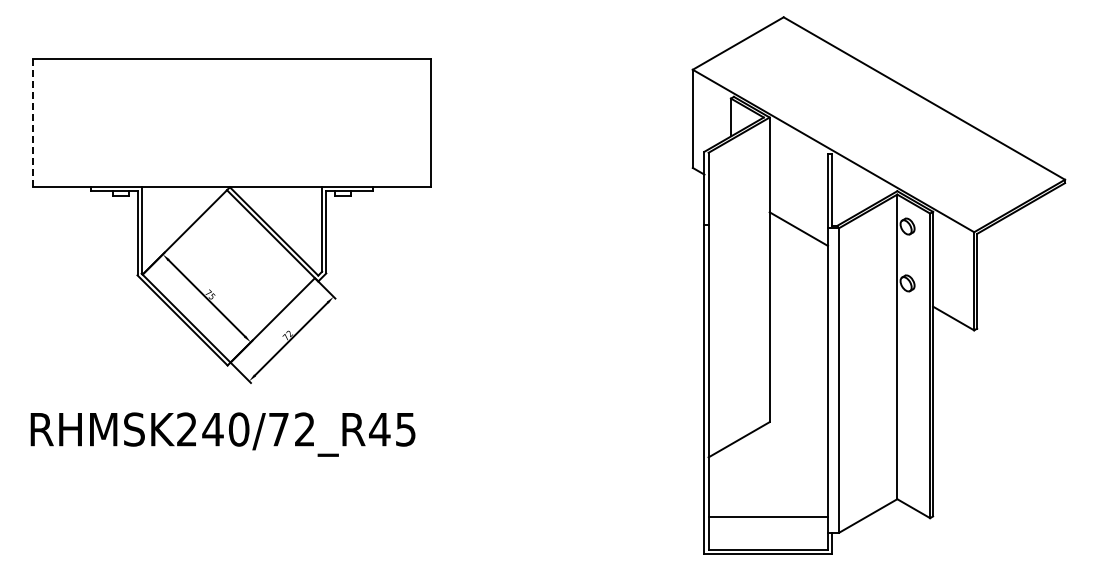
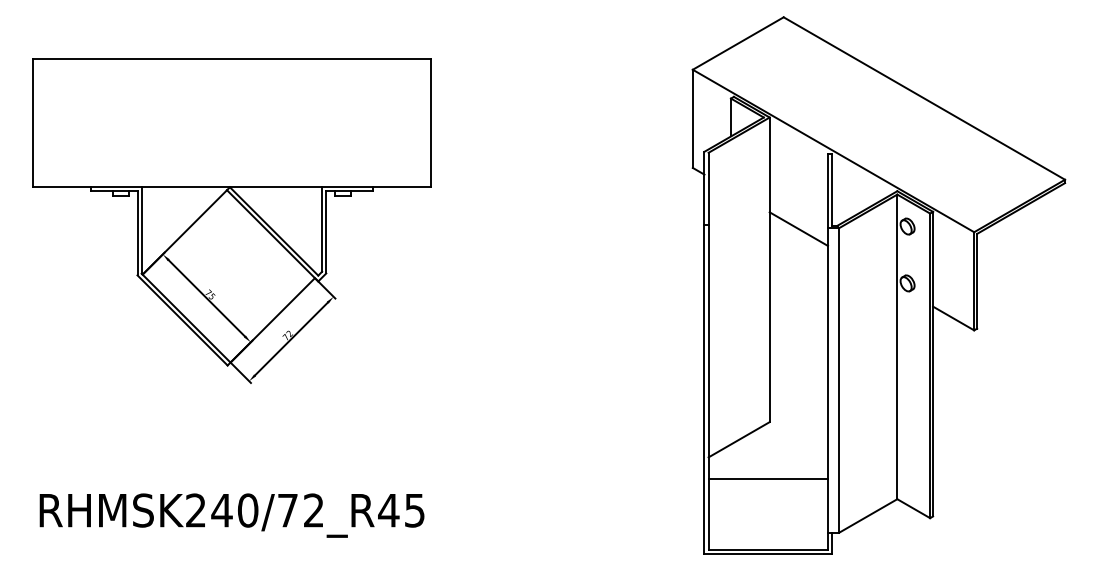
line at (32, 123): dashed -> solid
text at (222, 434) position: (222, 434) -> (231, 515)
line at (767, 516) position: (767, 516) -> (767, 478)
